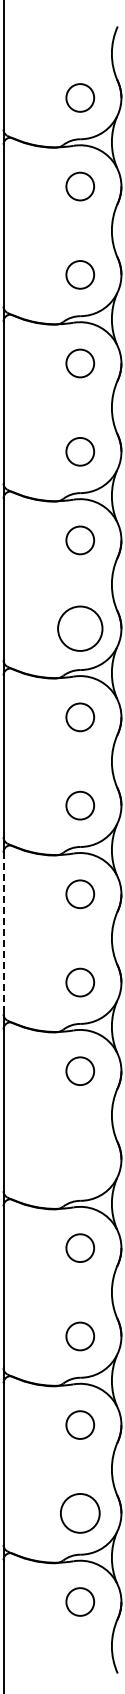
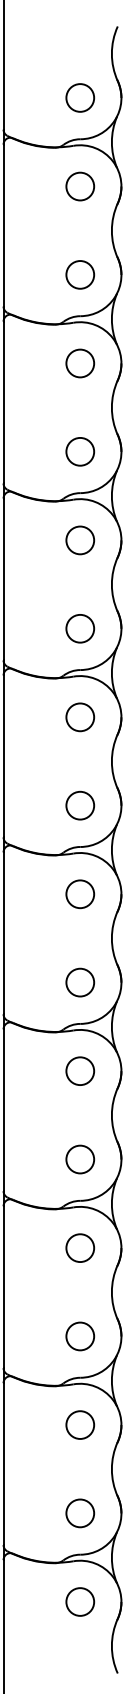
circle at (80, 628) diameter: 44 px -> 28 px
line at (3, 933): dashed -> solid
circle at (80, 1159): none -> present
circle at (79, 1512) diameter: 39 px -> 28 px
